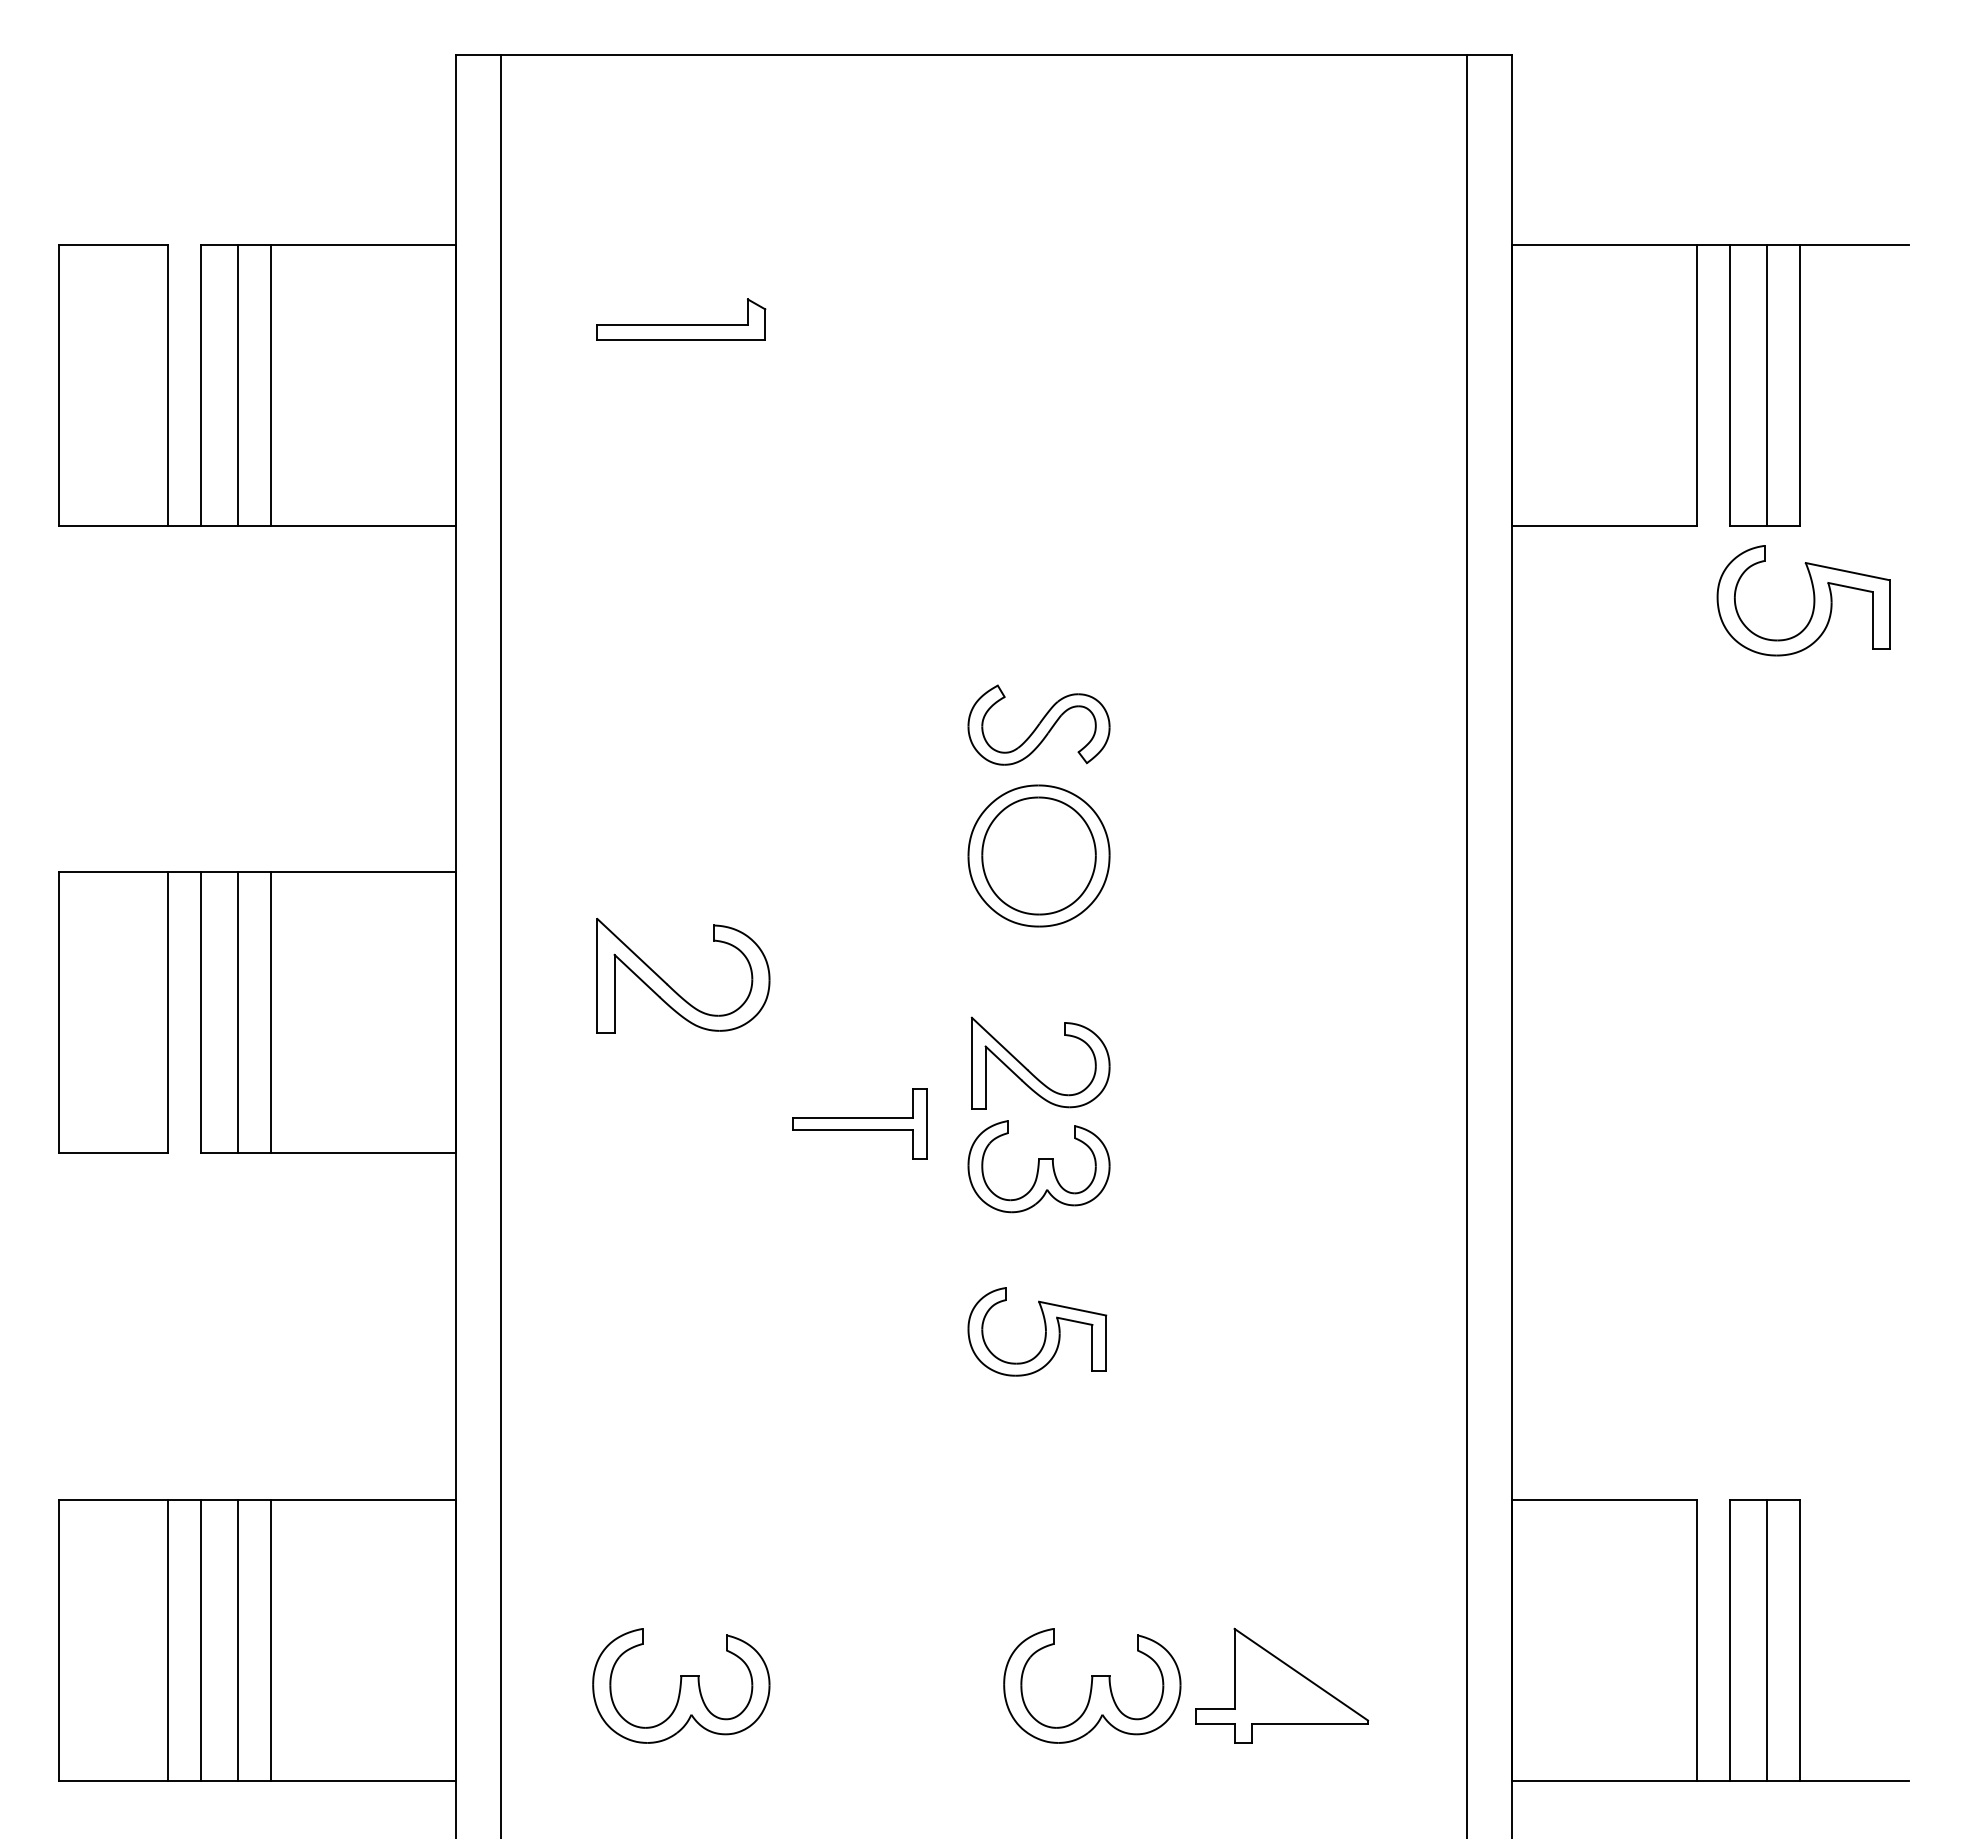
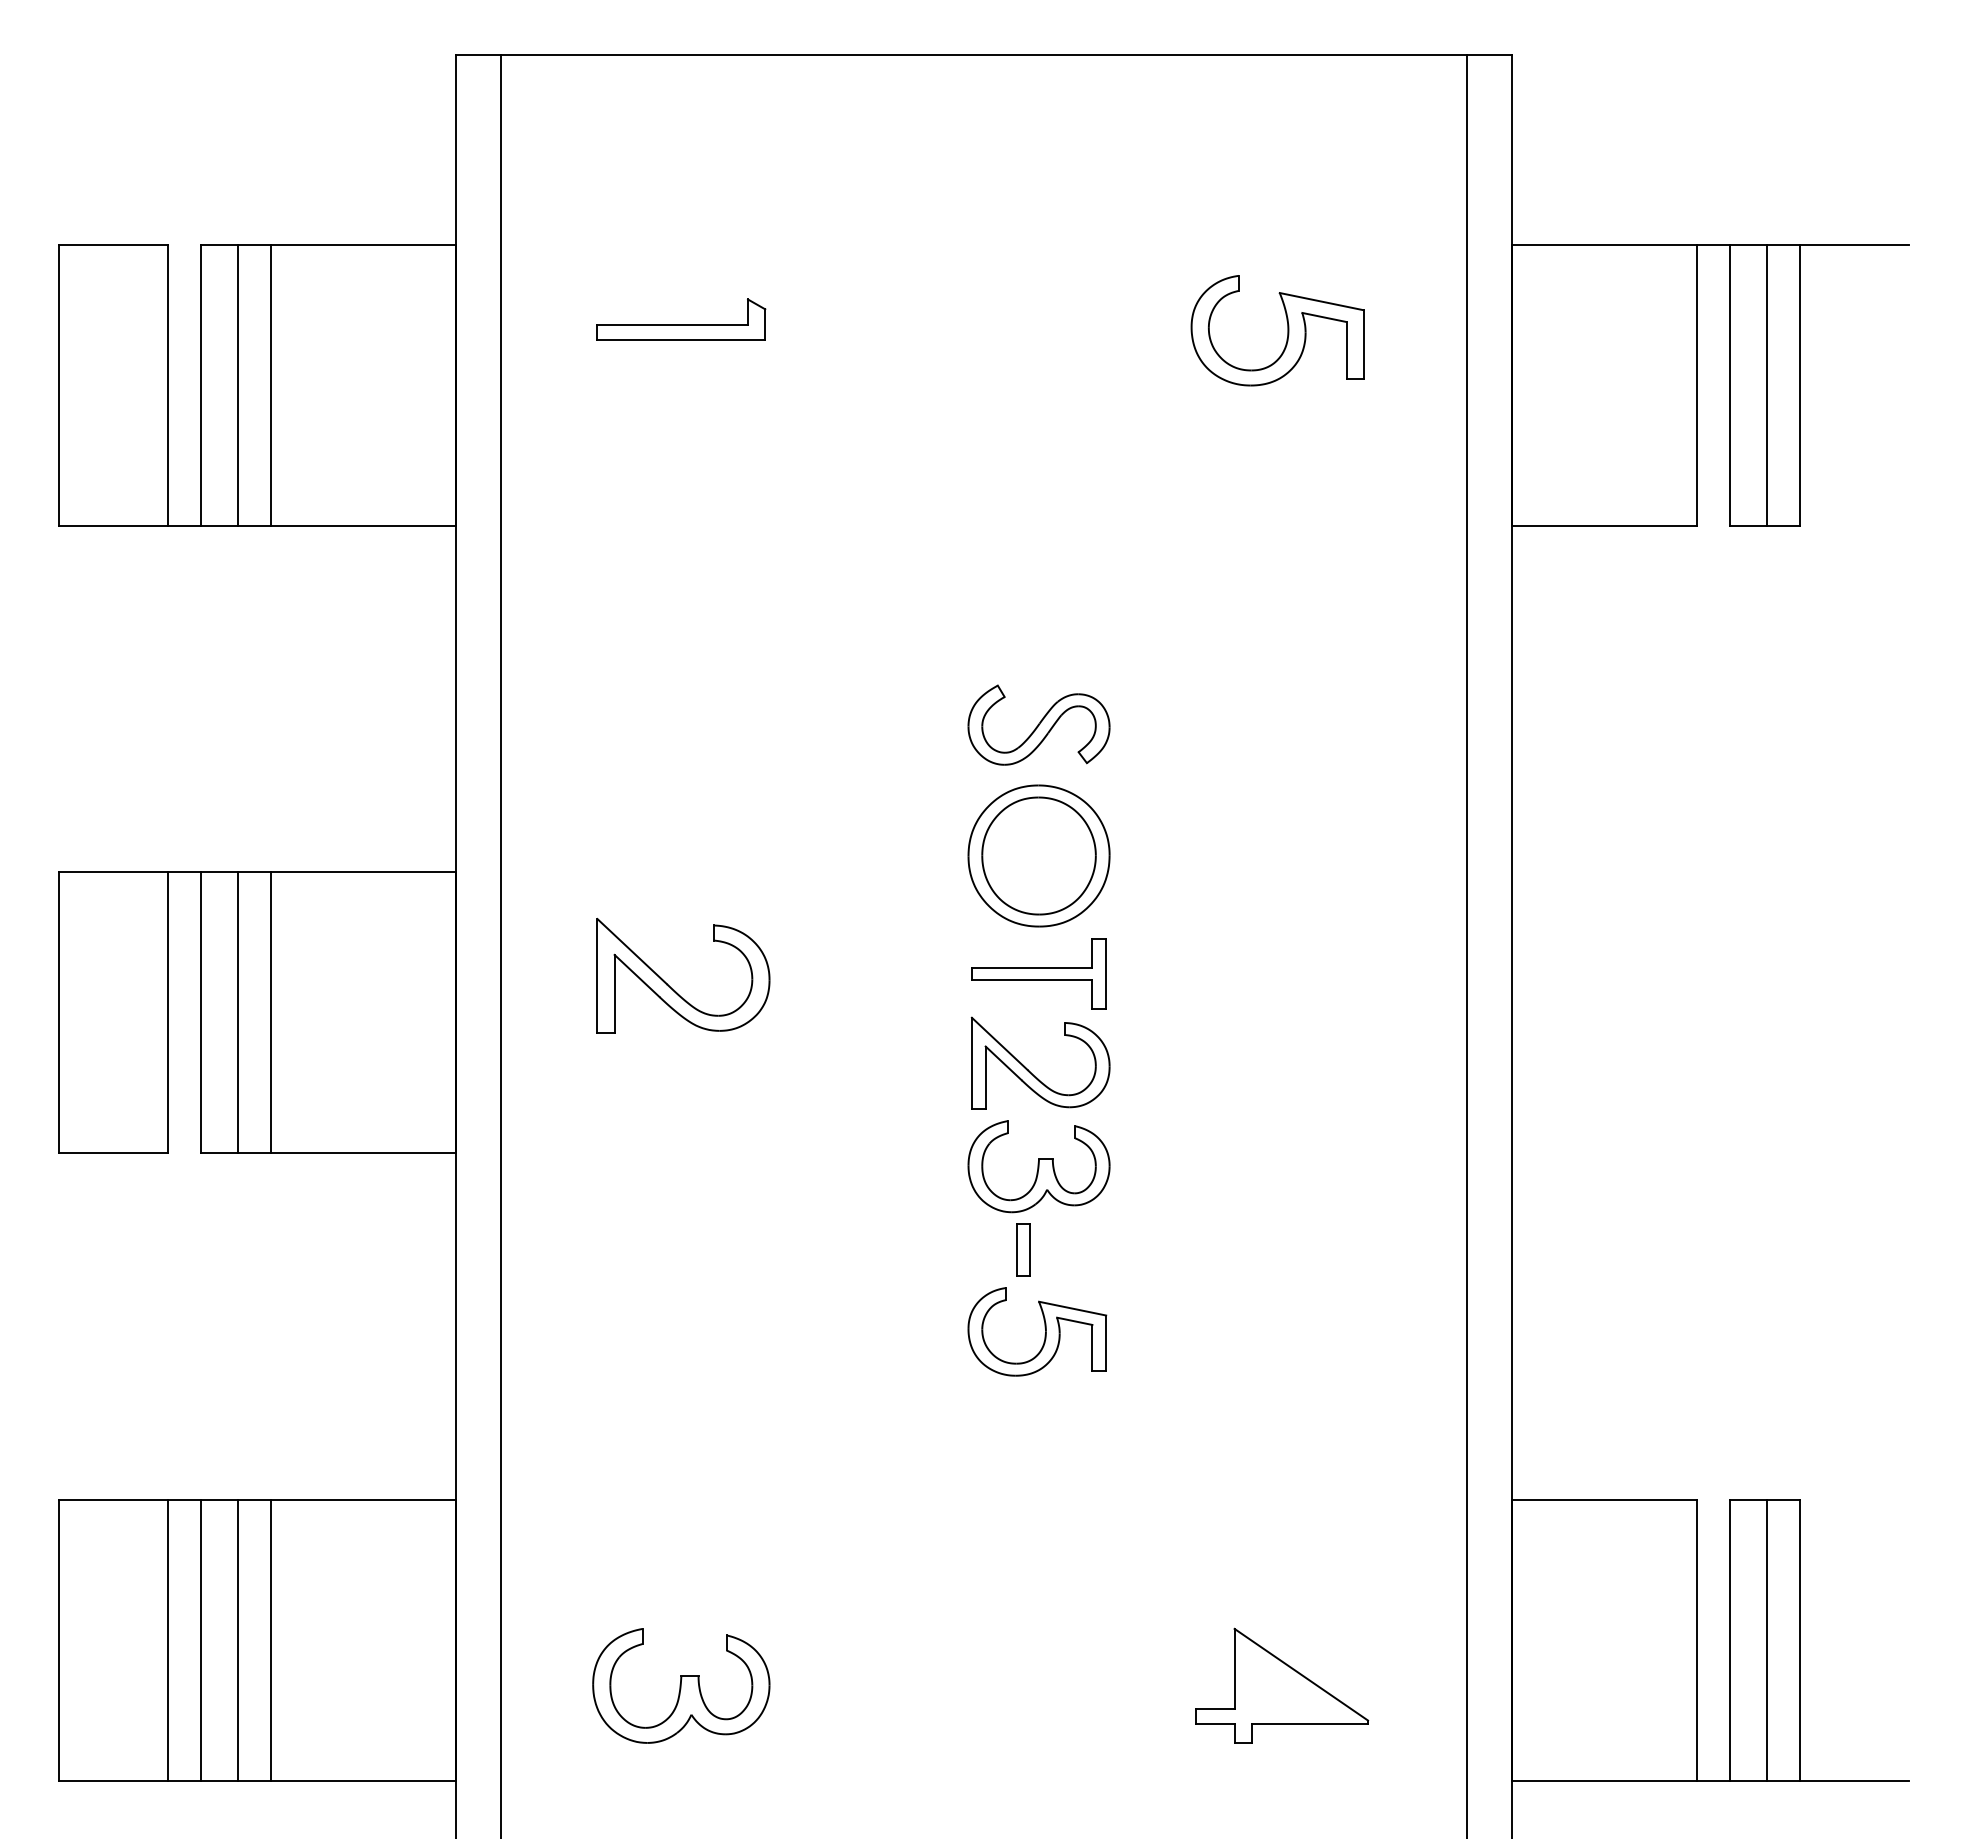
part at (1813, 600) position: (1813, 600) -> (1287, 330)
part at (859, 1123) position: (859, 1123) -> (1038, 973)
part at (1023, 1249): none -> present
part at (1092, 1685): present -> none
